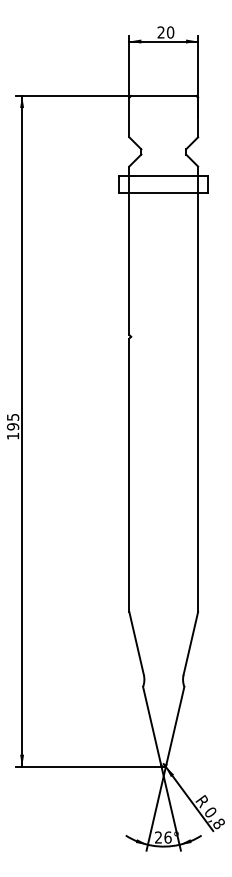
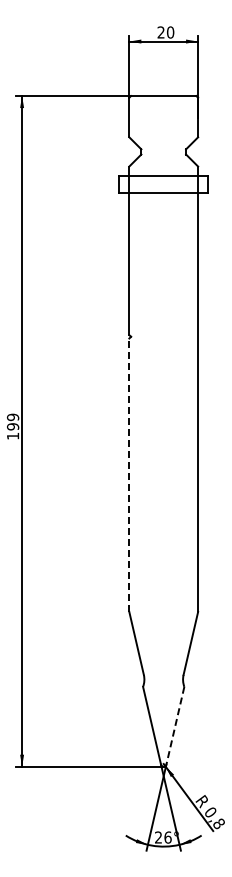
text at (12, 417): 195 -> 199
line at (129, 475): solid -> dashed
line at (175, 725): solid -> dashed
